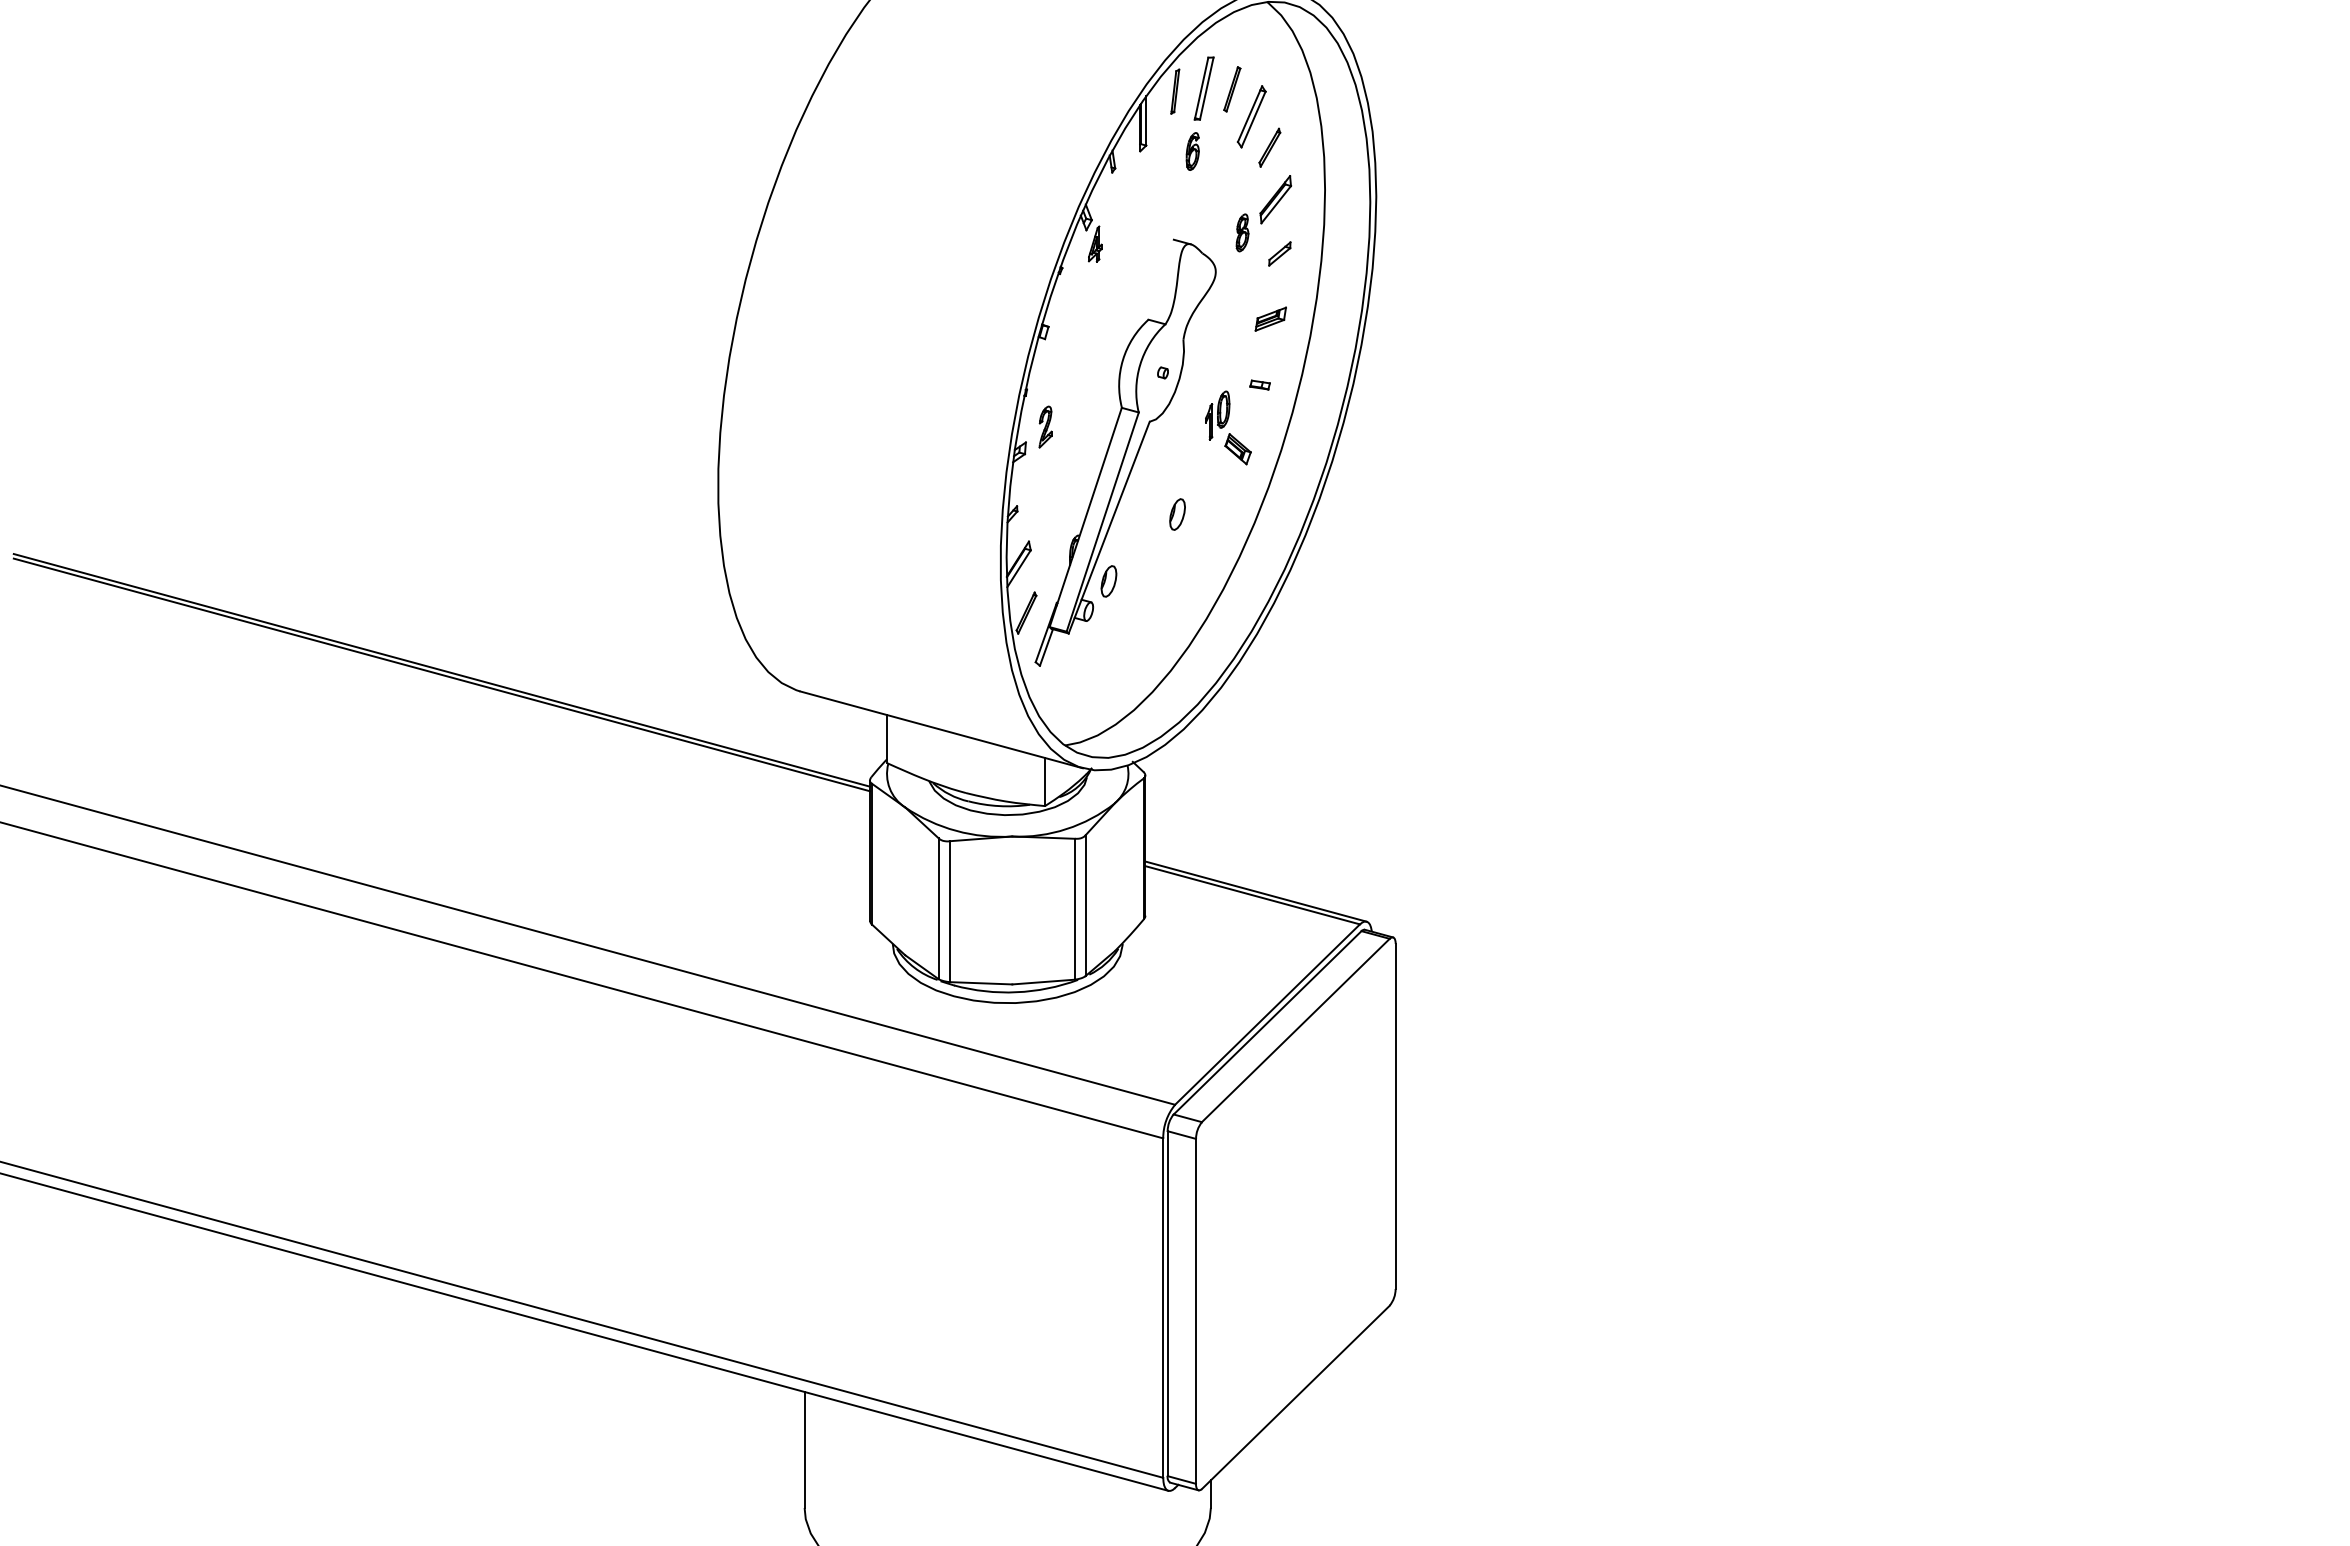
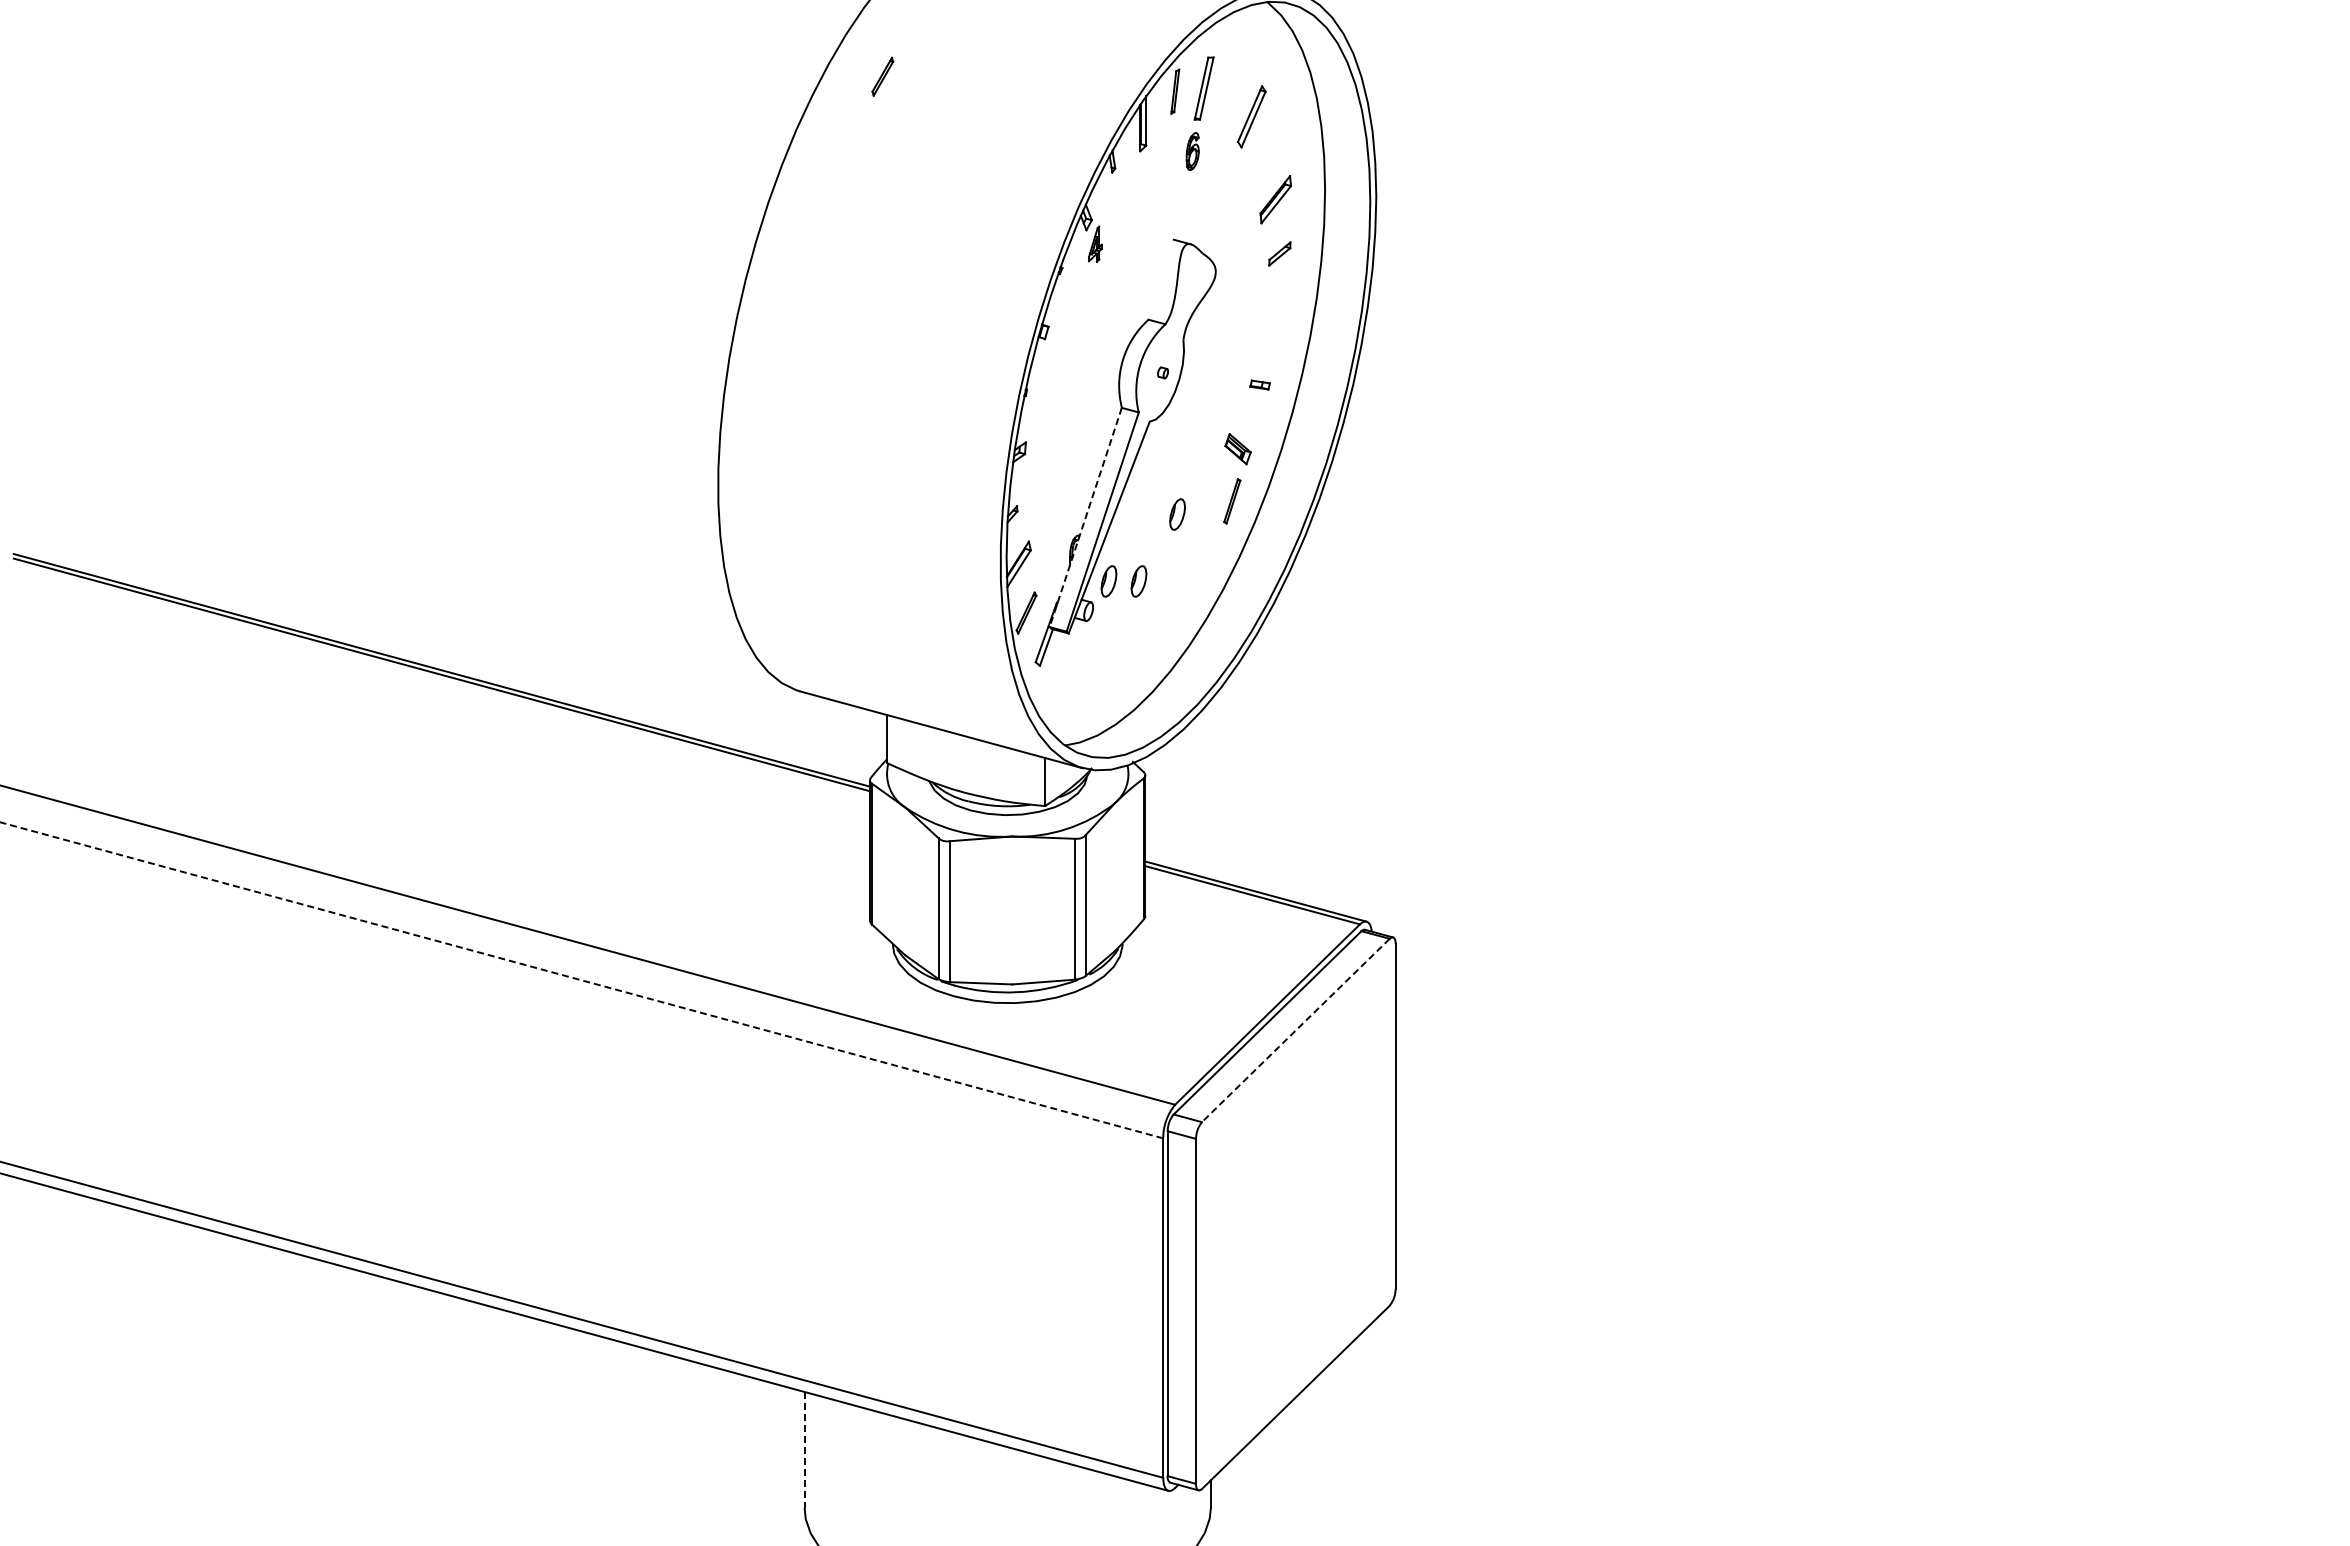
part at (1232, 89) position: (1232, 89) -> (1232, 501)
part at (1269, 147) position: (1269, 147) -> (882, 76)
part at (1242, 232): present -> none
part at (1270, 318): present -> none
part at (1217, 415): present -> none
part at (1045, 426): present -> none
line at (1085, 517): solid -> dashed
part at (1138, 581): none -> present
line at (581, 980): solid -> dashed
line at (1295, 1030): solid -> dashed
line at (804, 1450): solid -> dashed
